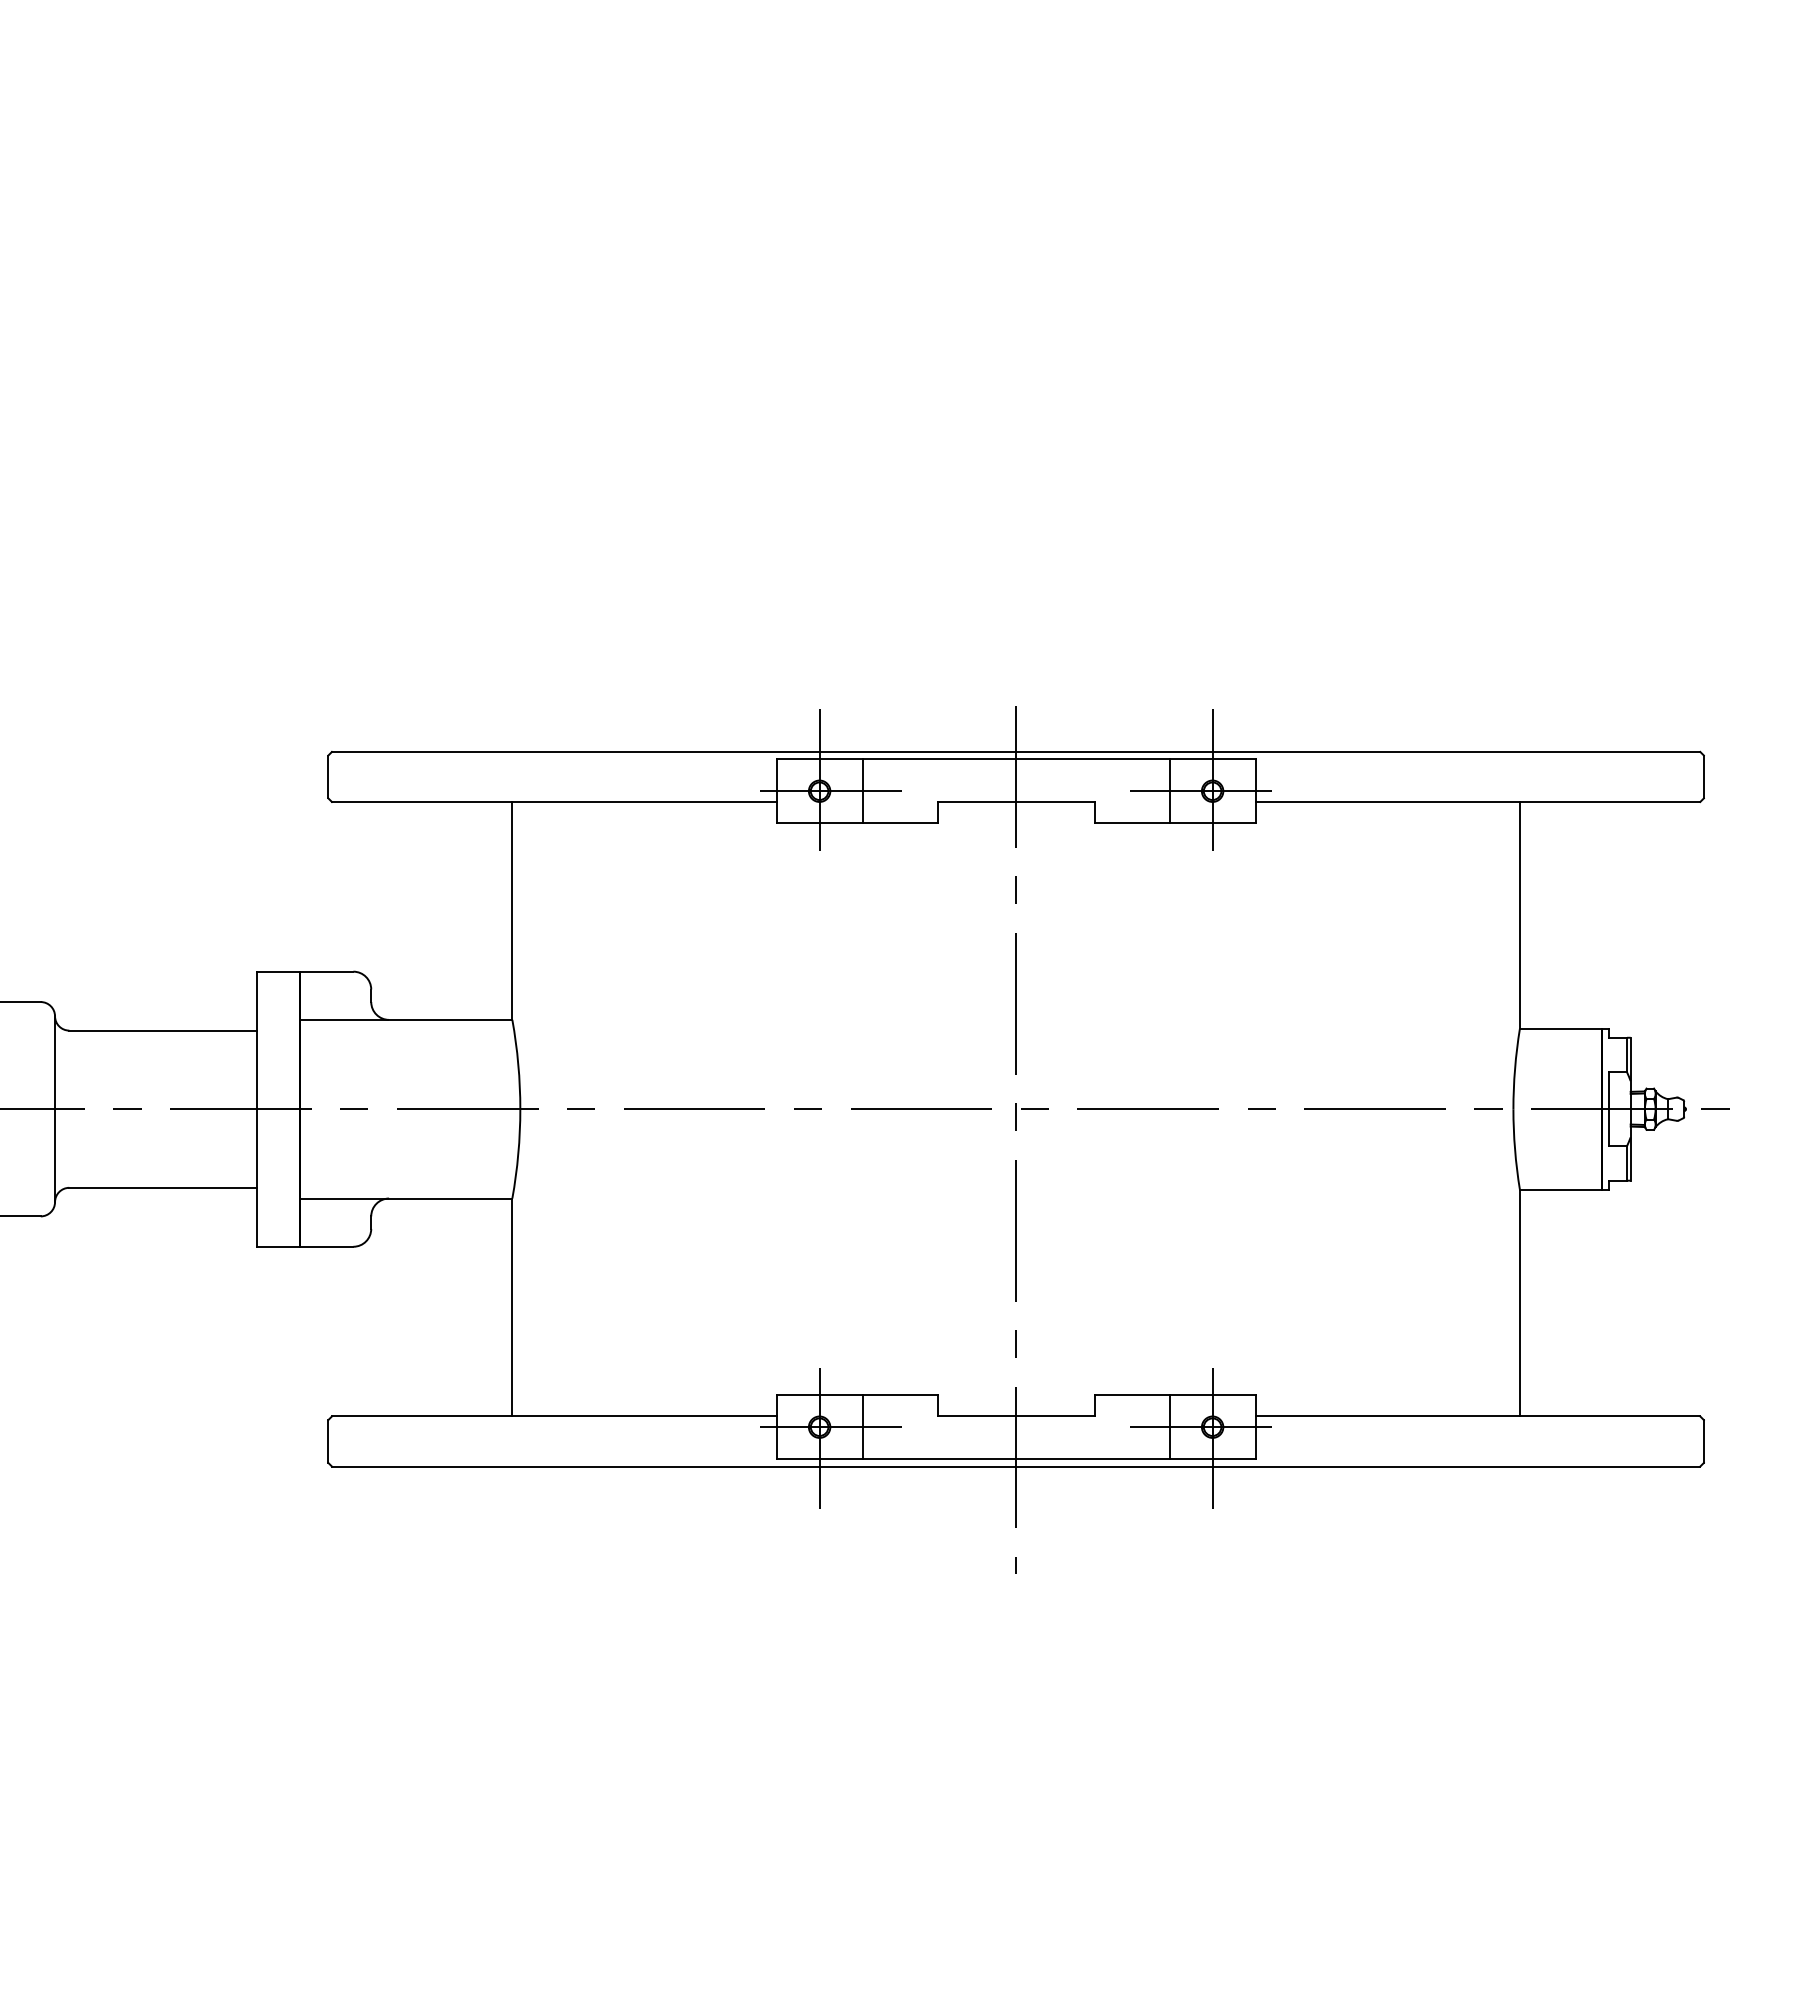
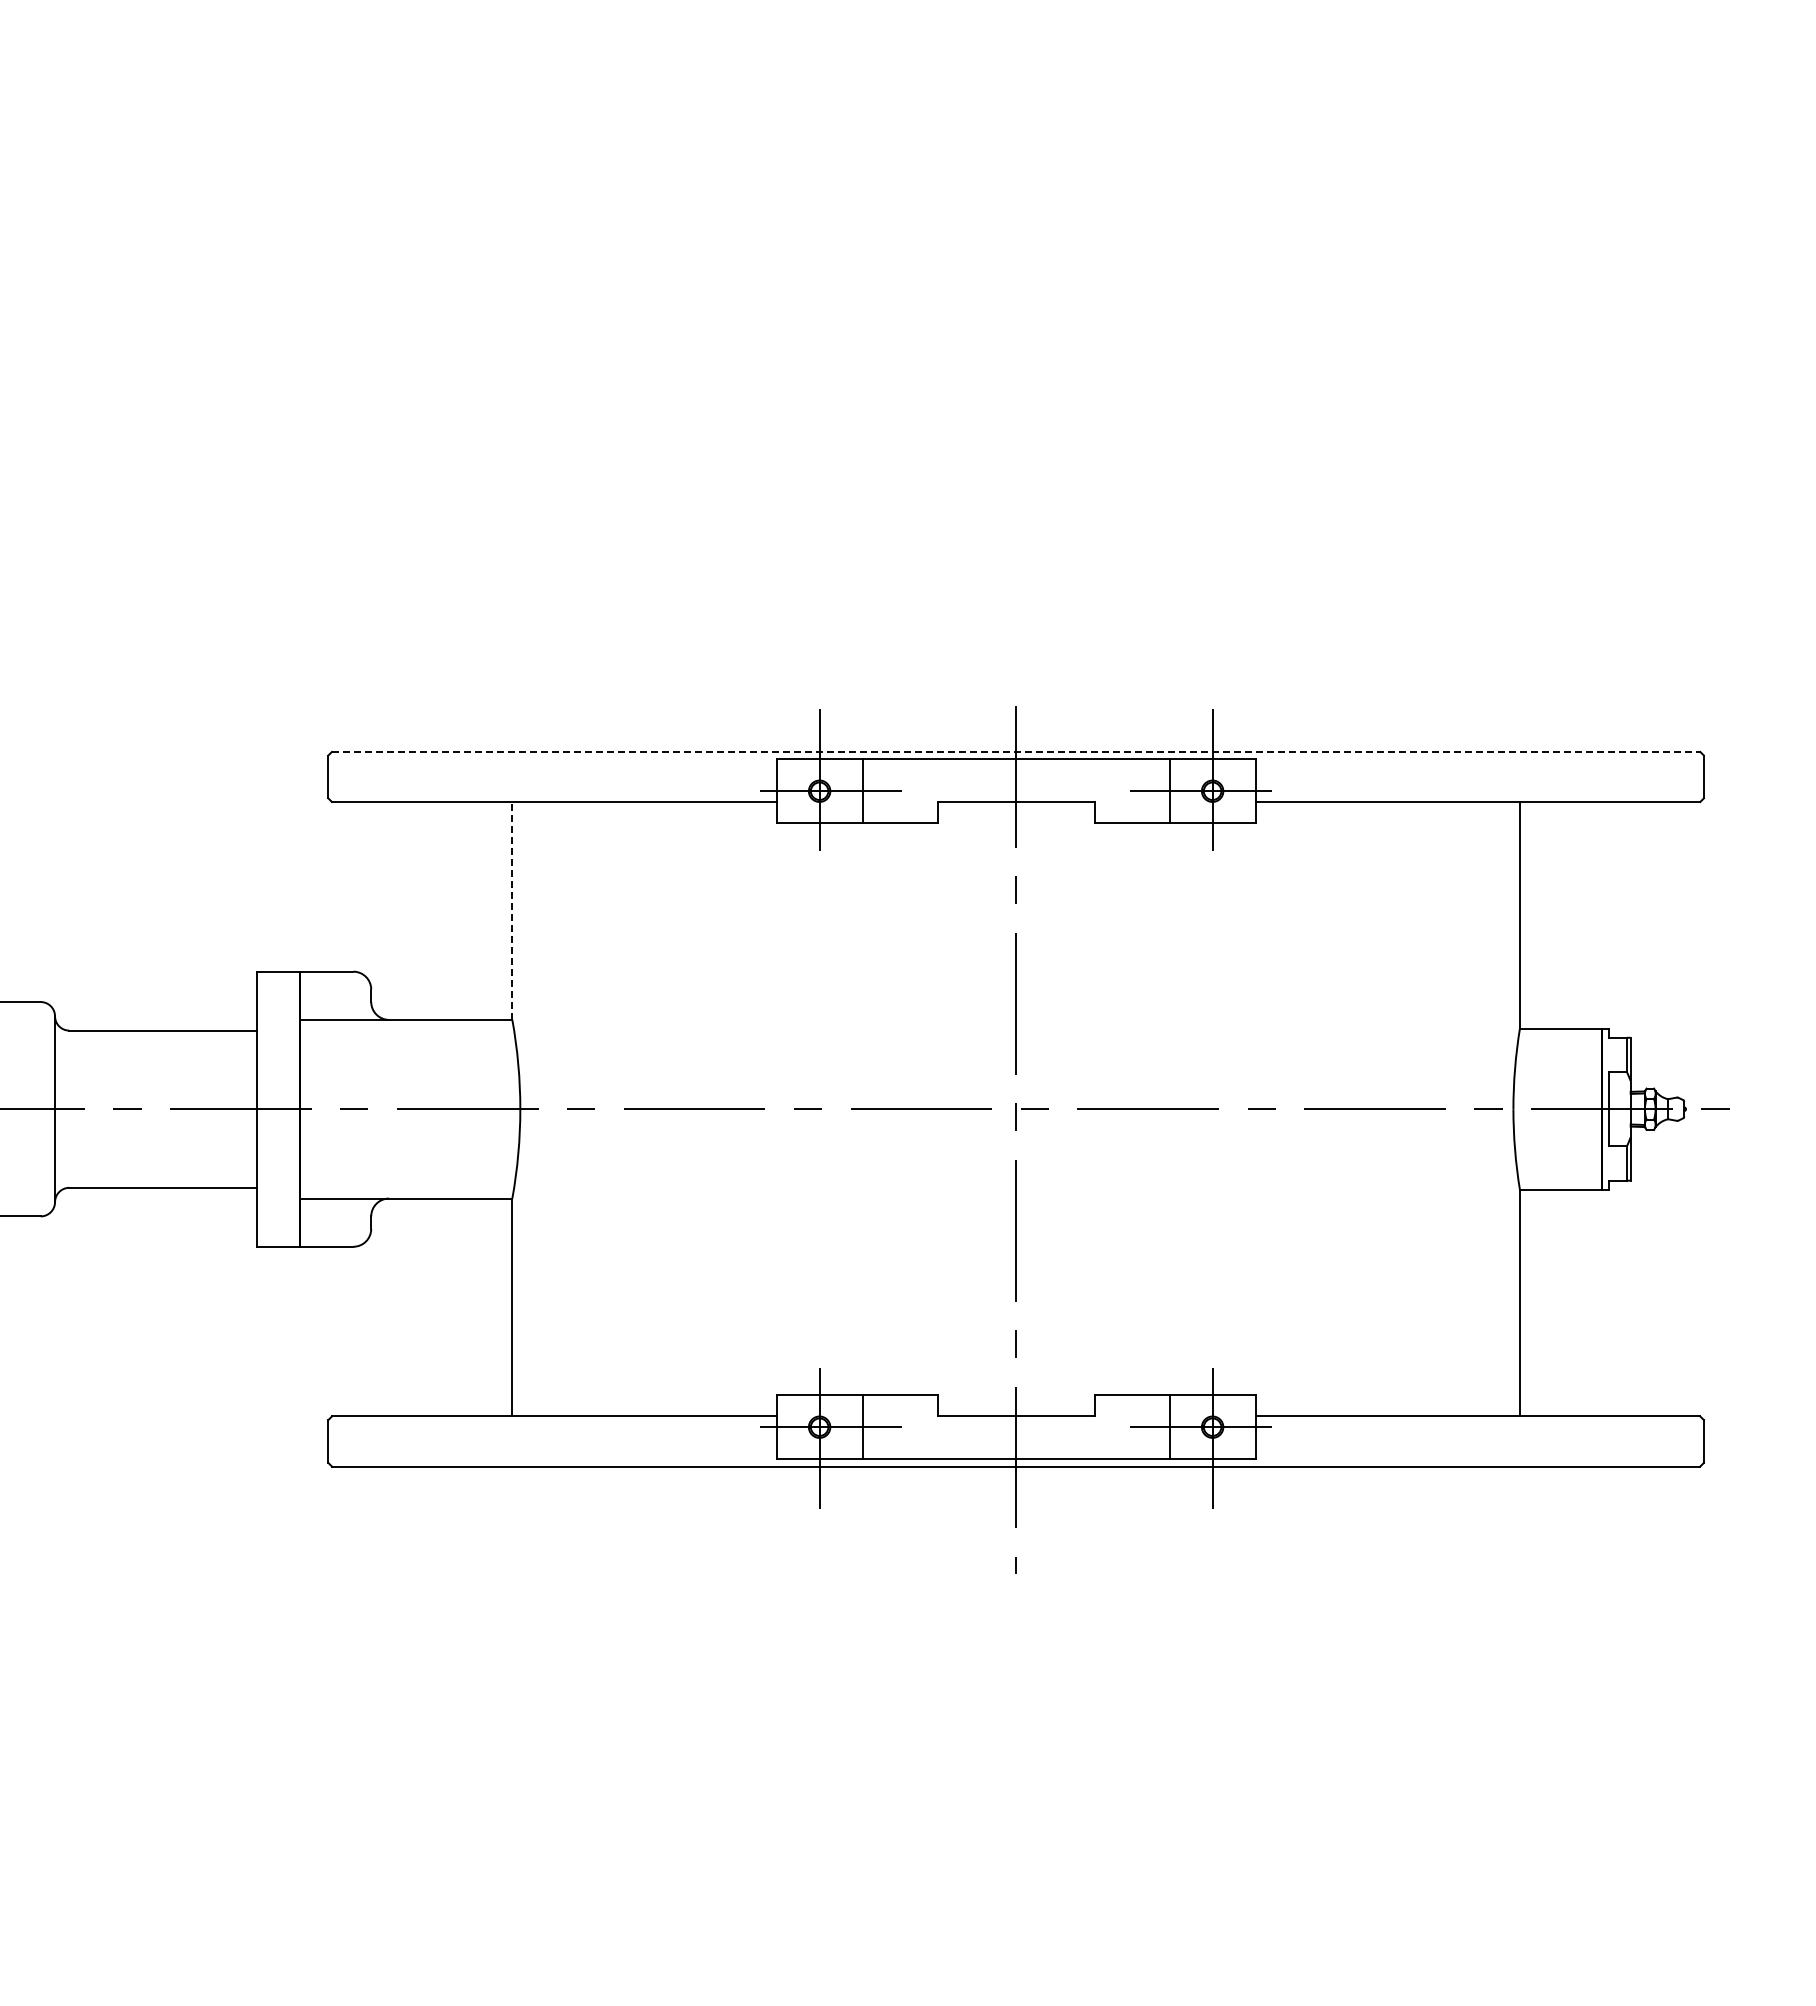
line at (1016, 751): solid -> dashed
line at (512, 910): solid -> dashed
